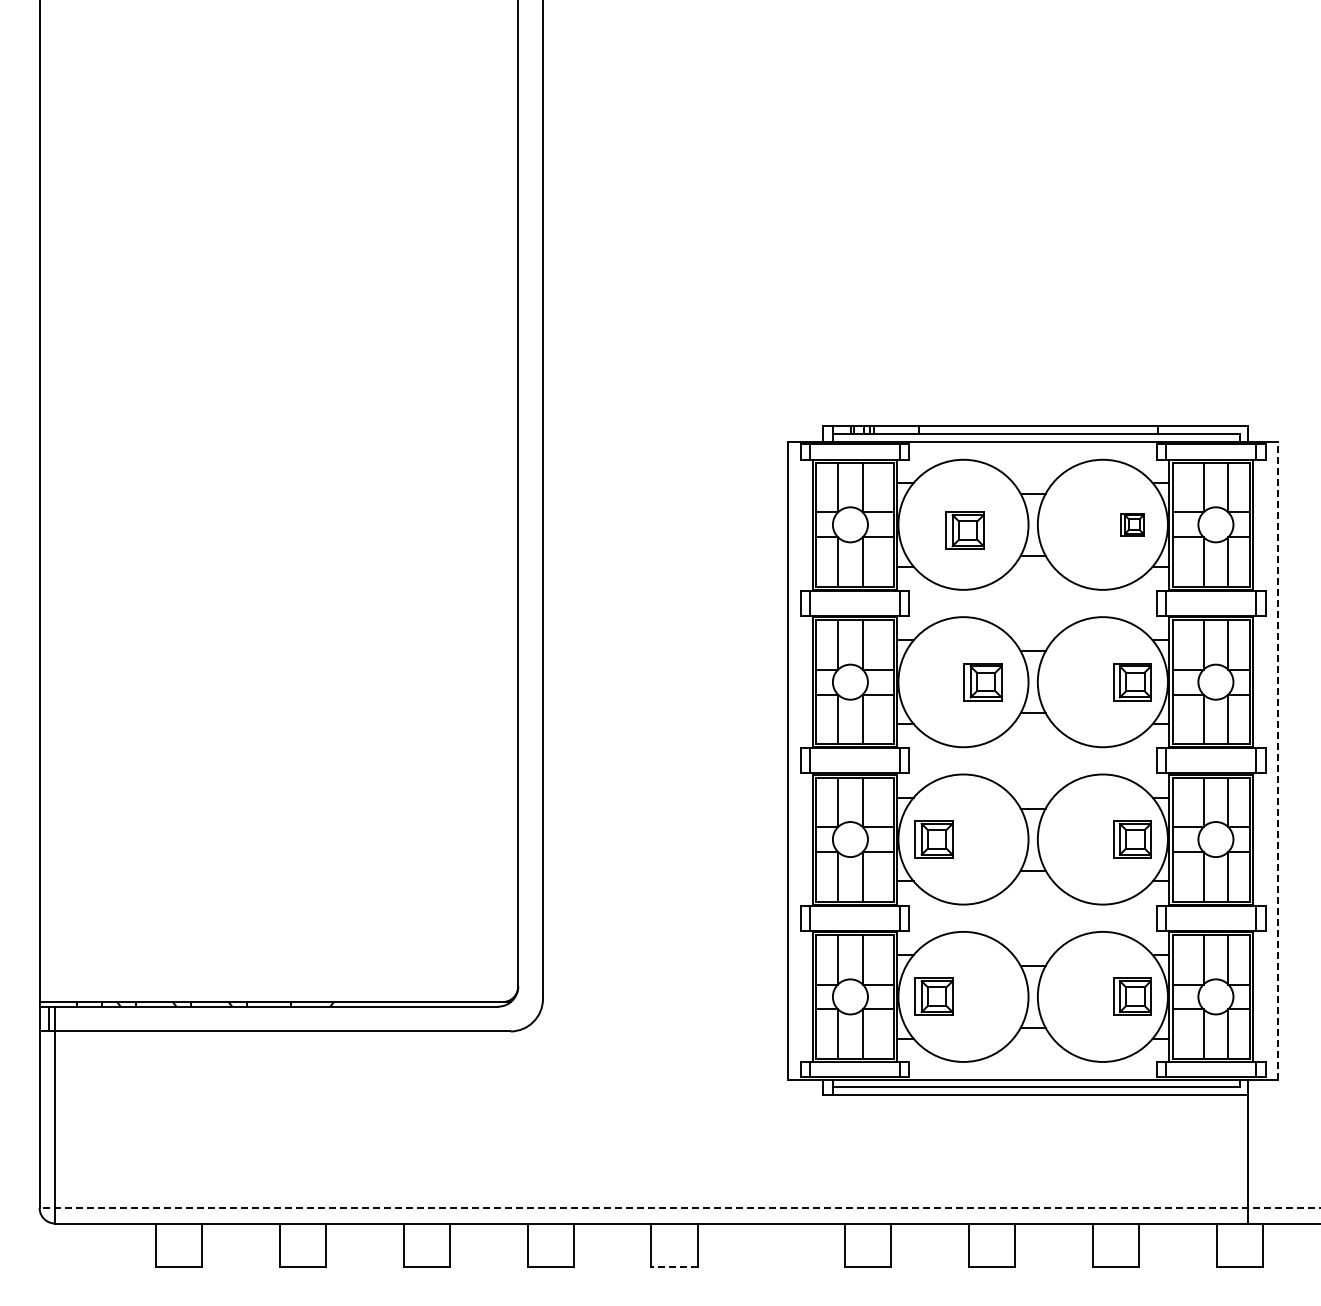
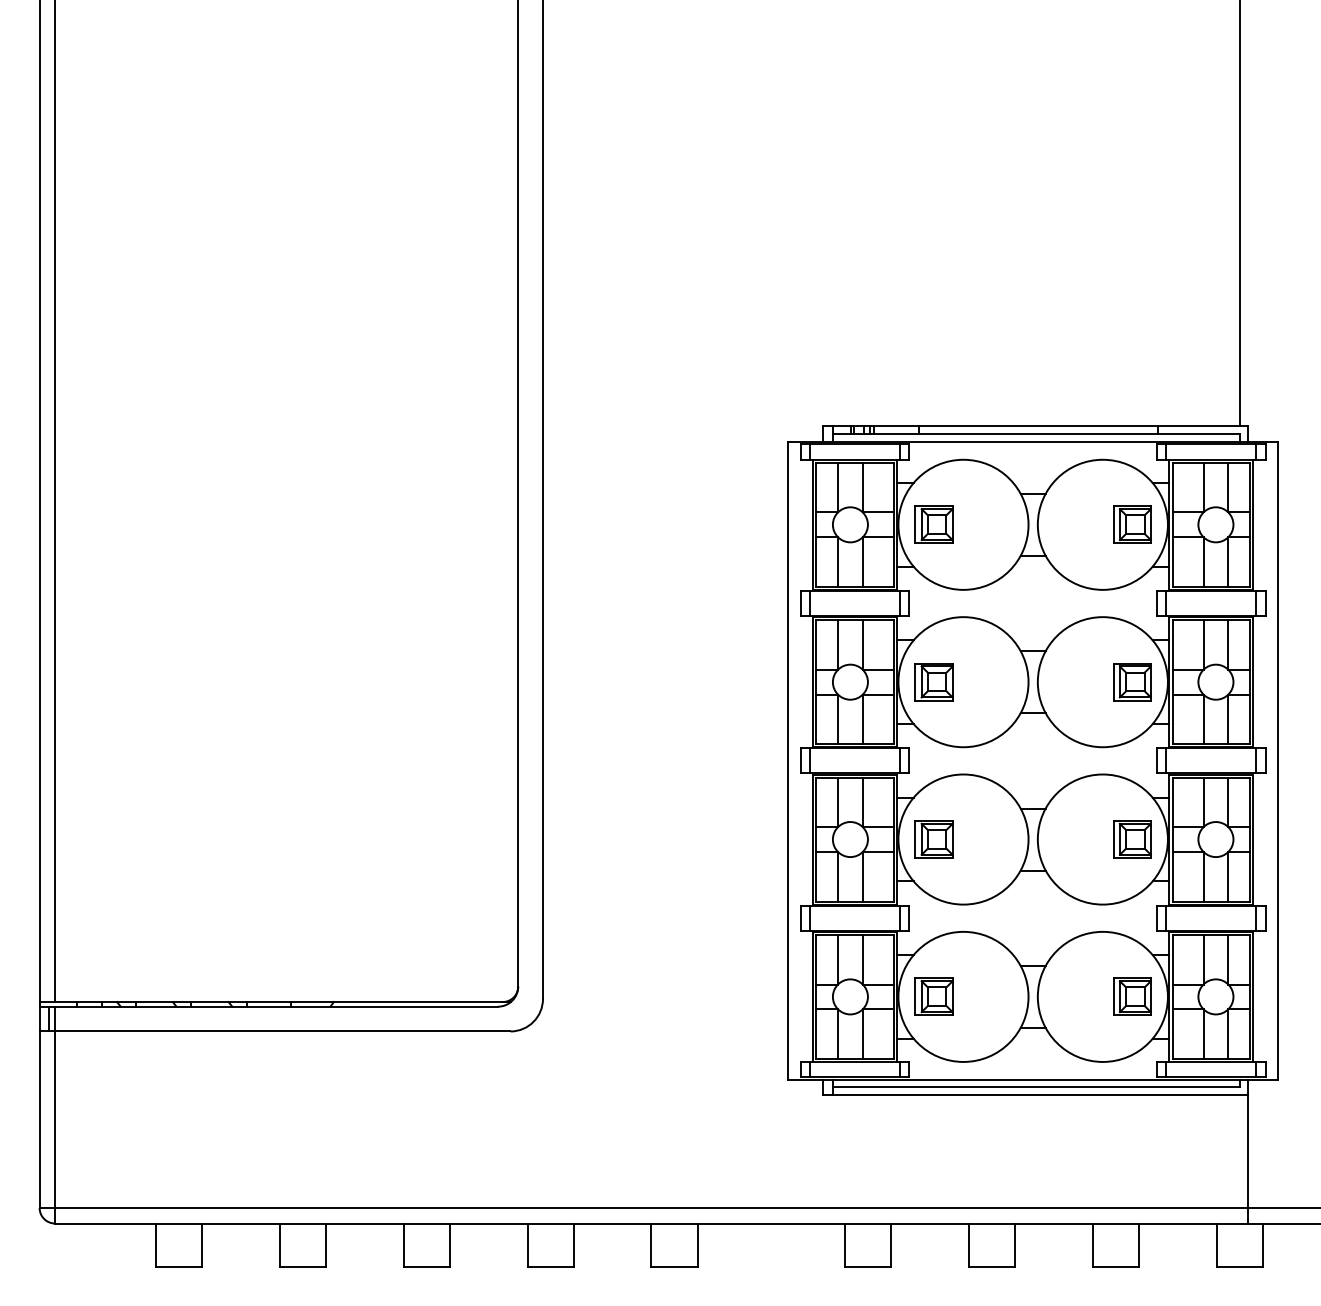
line at (1239, 214): none -> present
line at (55, 502): none -> present
part at (1132, 524) size: 25x24 px -> 39x39 px
part at (964, 530) position: (964, 530) -> (933, 524)
part at (982, 682) position: (982, 682) -> (933, 682)
line at (1277, 760): dashed -> solid
line at (679, 1208): dashed -> solid
line at (674, 1266): dashed -> solid
